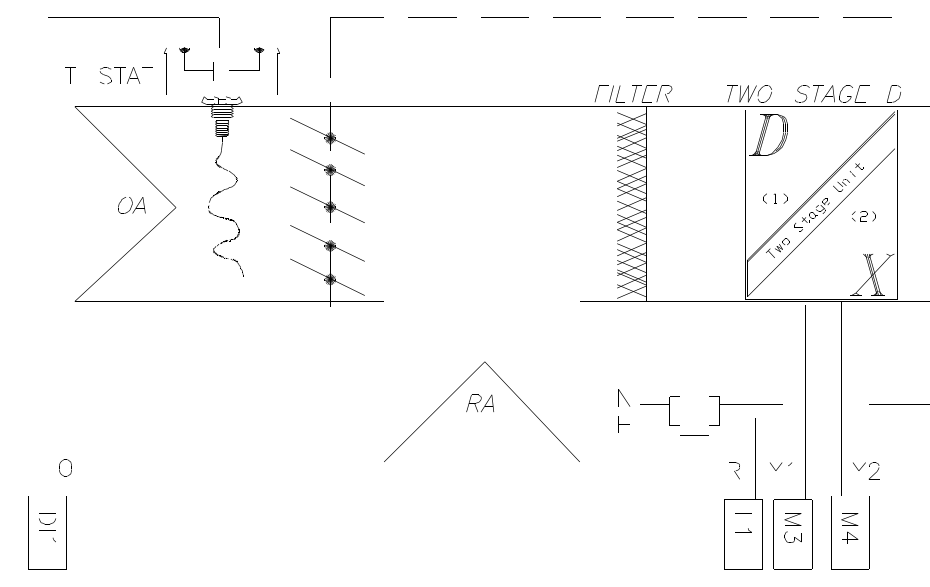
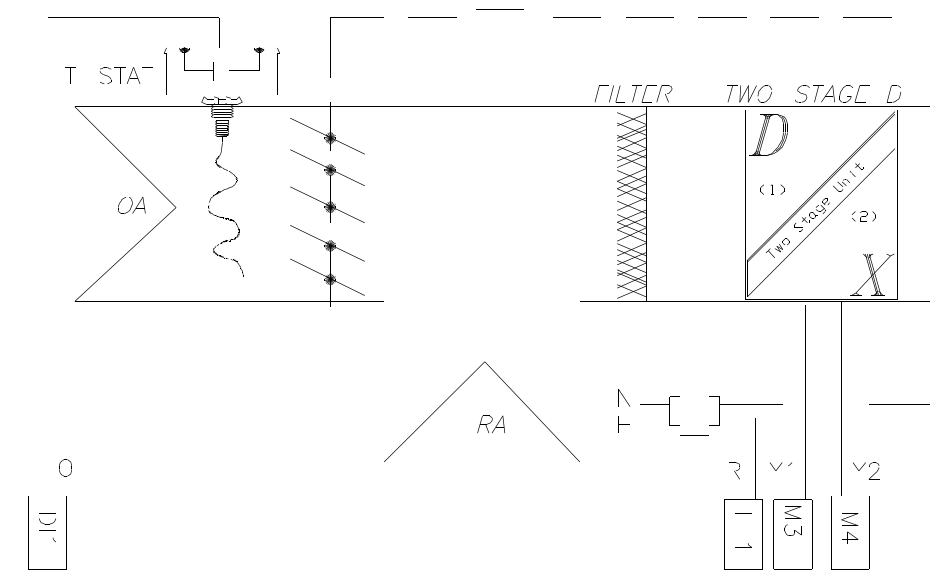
line at (504, 17) position: (504, 17) -> (499, 9)
part at (775, 198) position: (775, 198) -> (772, 189)
part at (479, 402) position: (479, 402) -> (490, 423)
part at (792, 527) position: (792, 527) -> (792, 520)
part at (743, 530) position: (743, 530) -> (743, 545)
